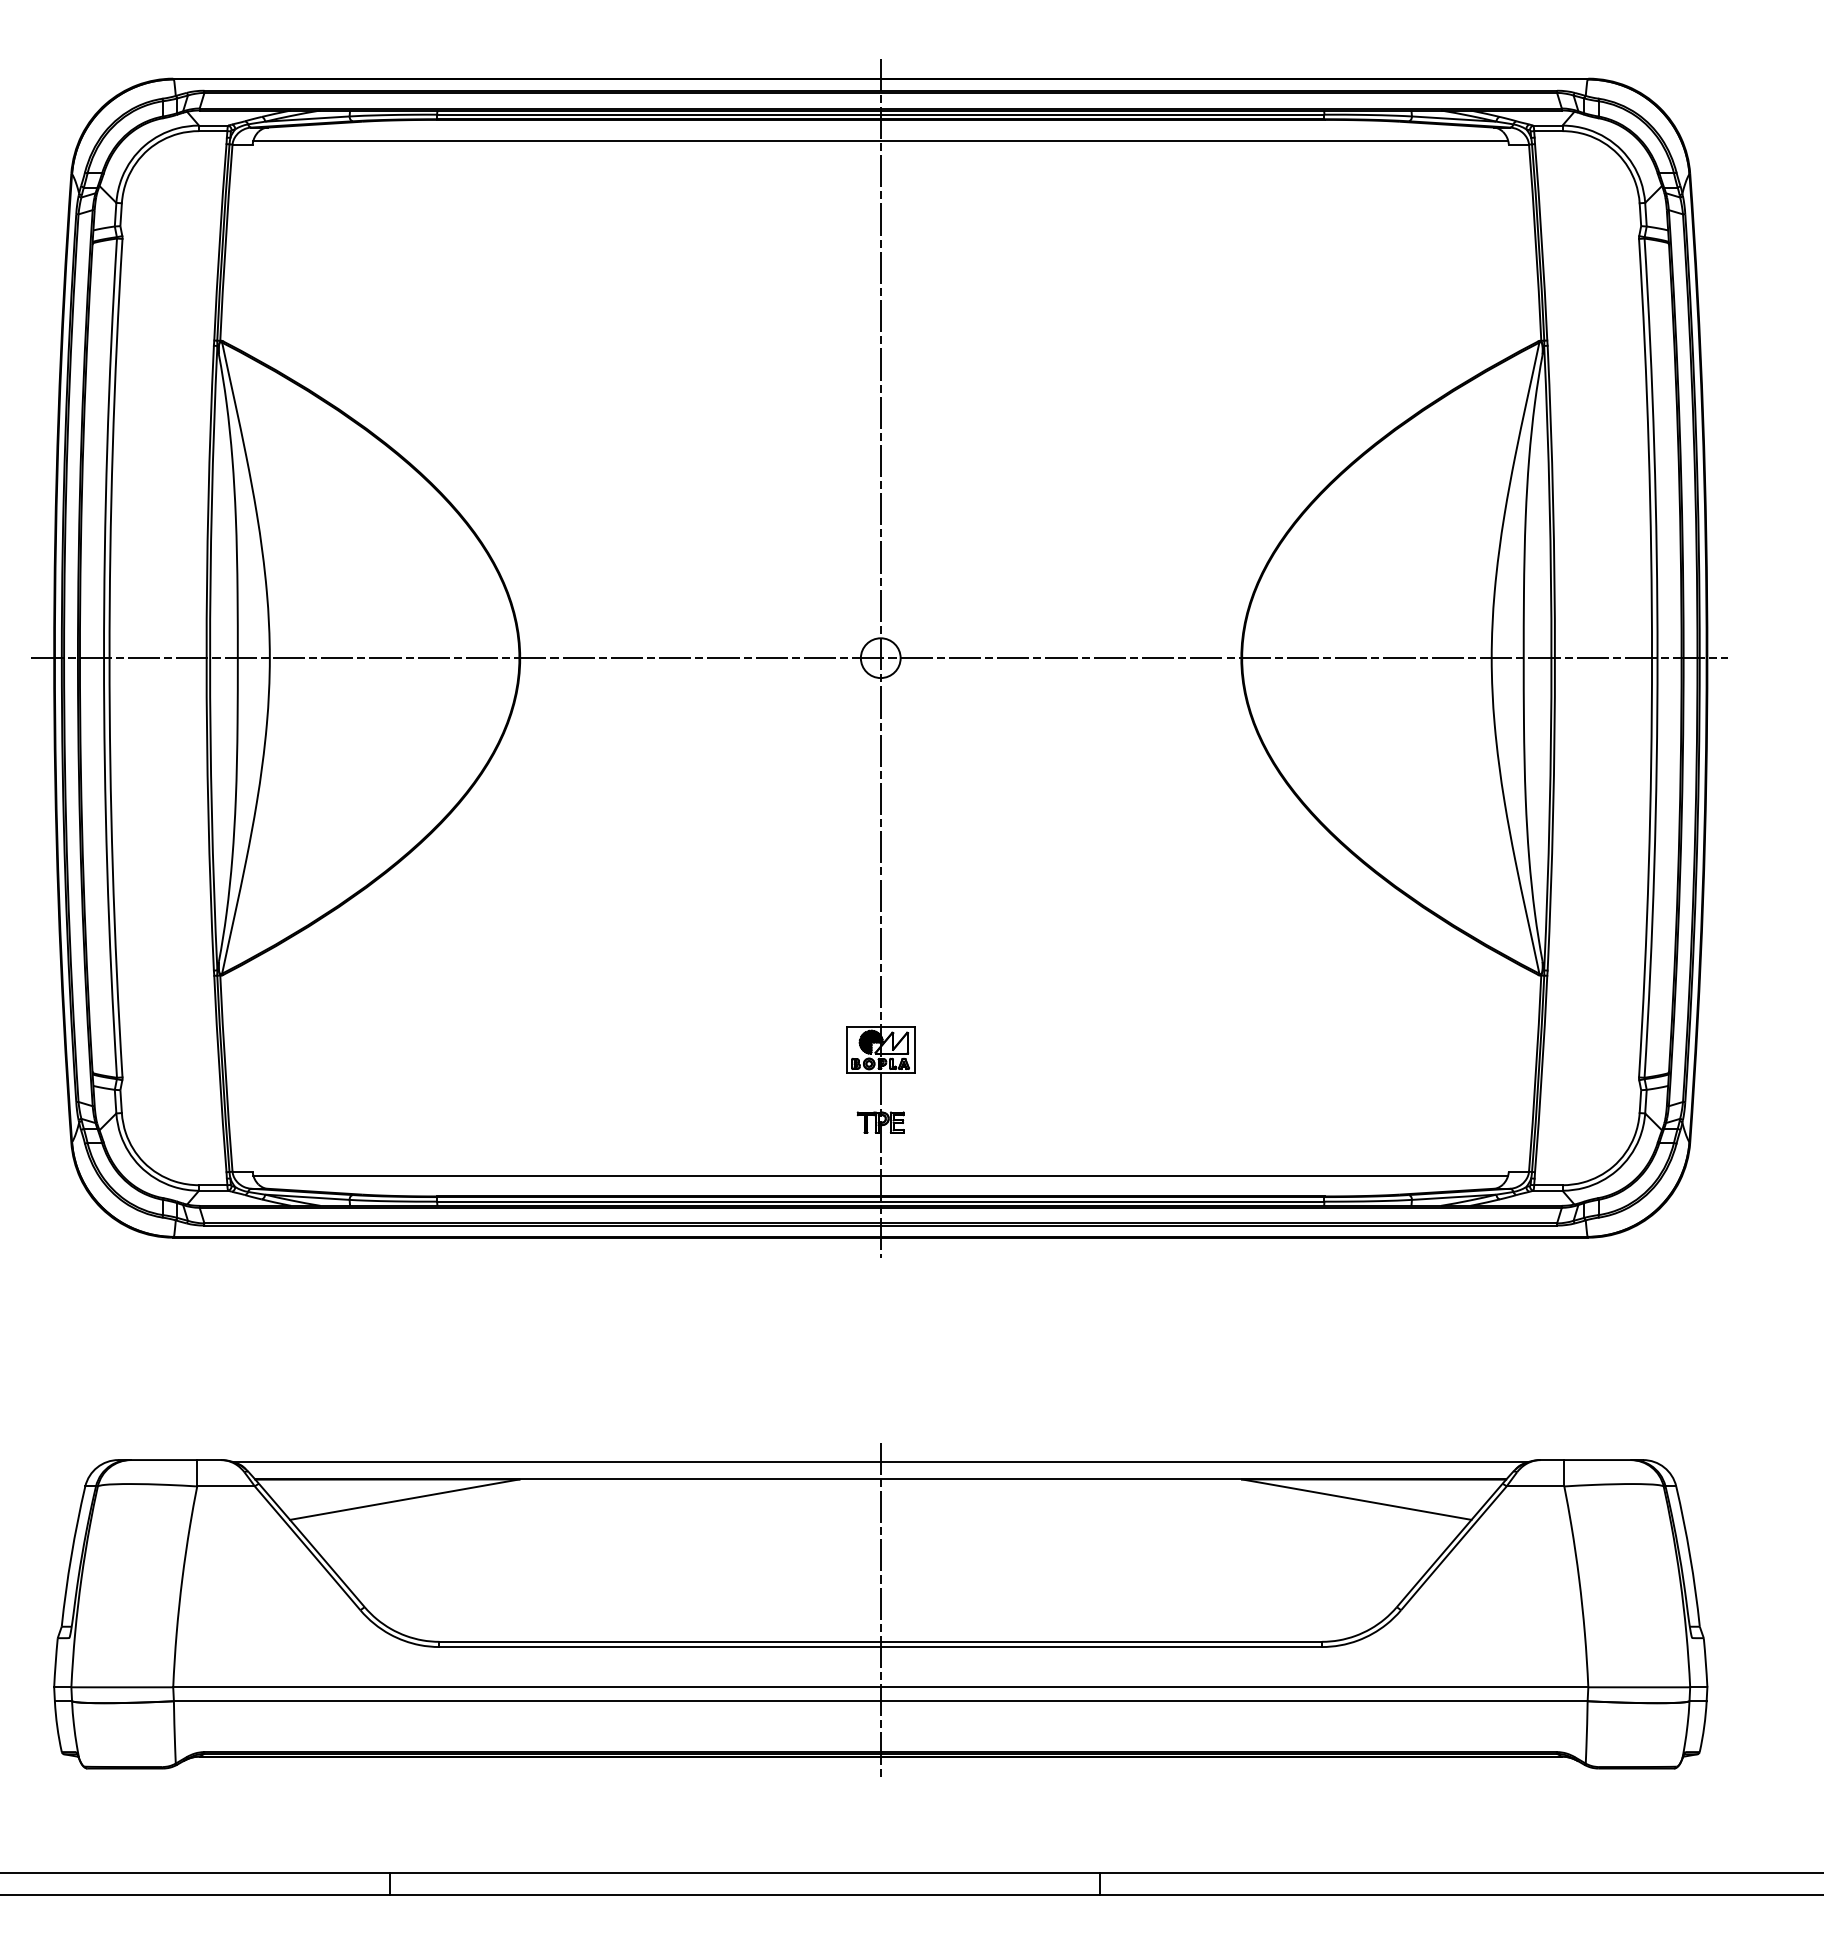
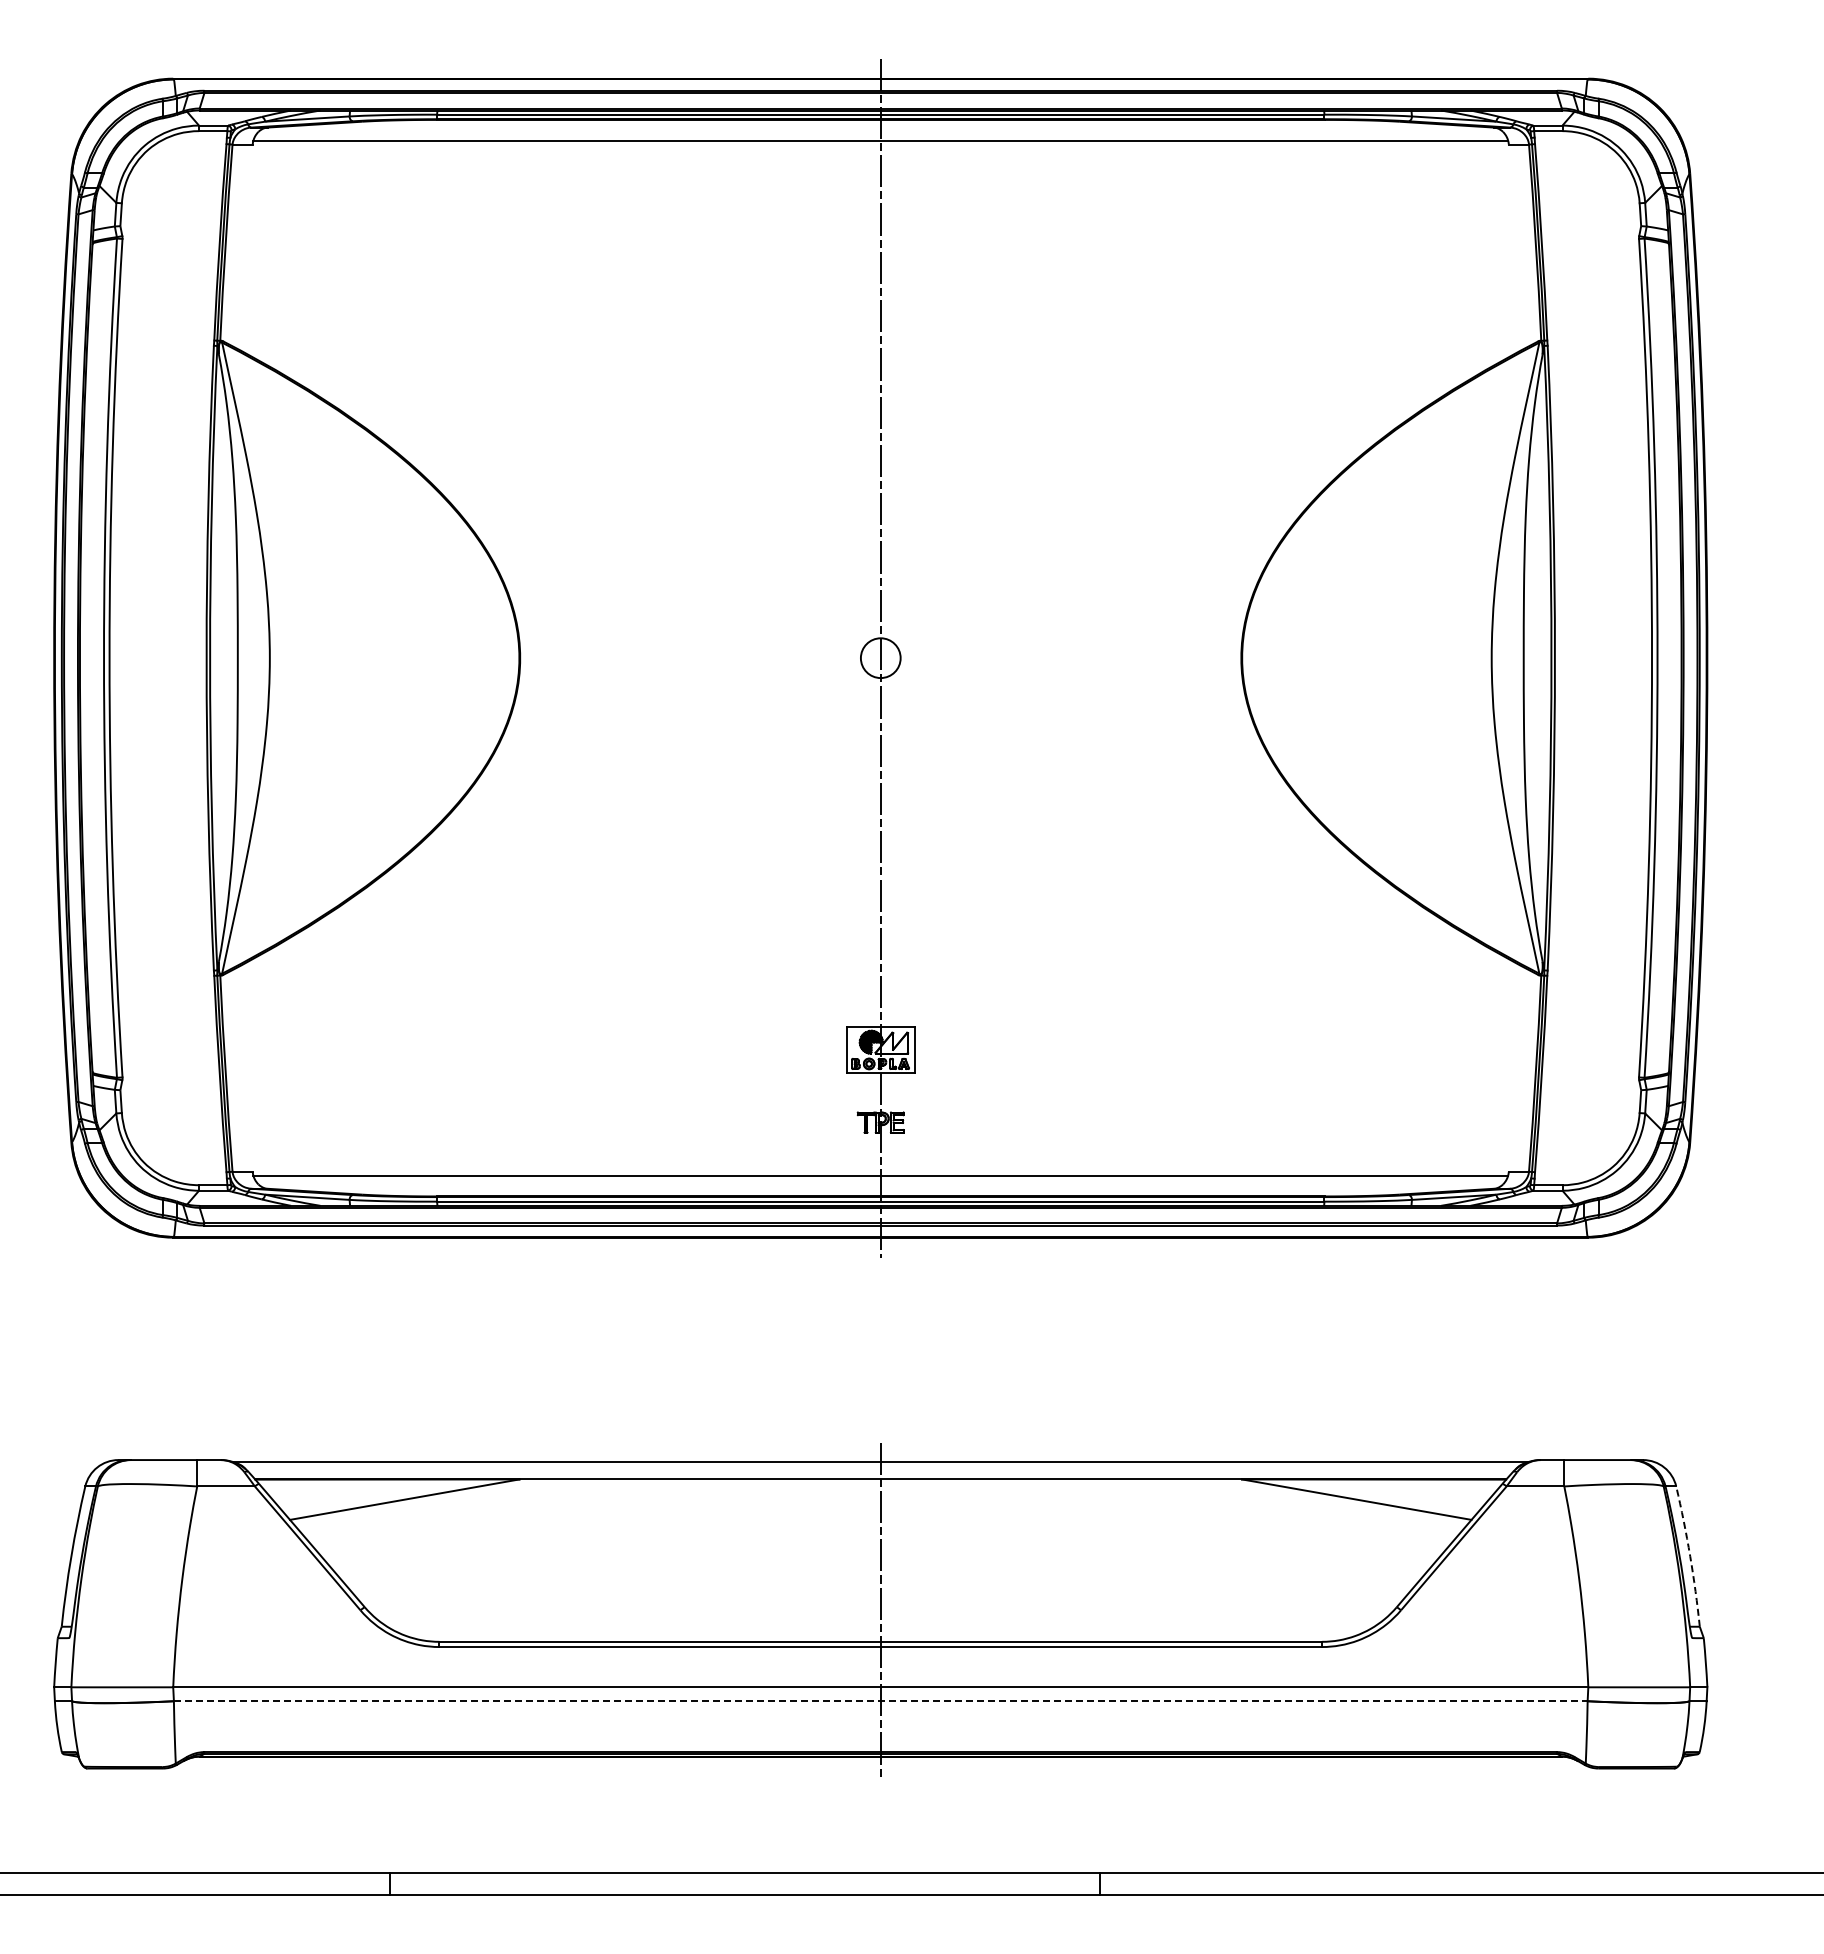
line at (879, 658): present -> none
arc at (1690, 1556): solid -> dashed
line at (880, 1701): solid -> dashed
